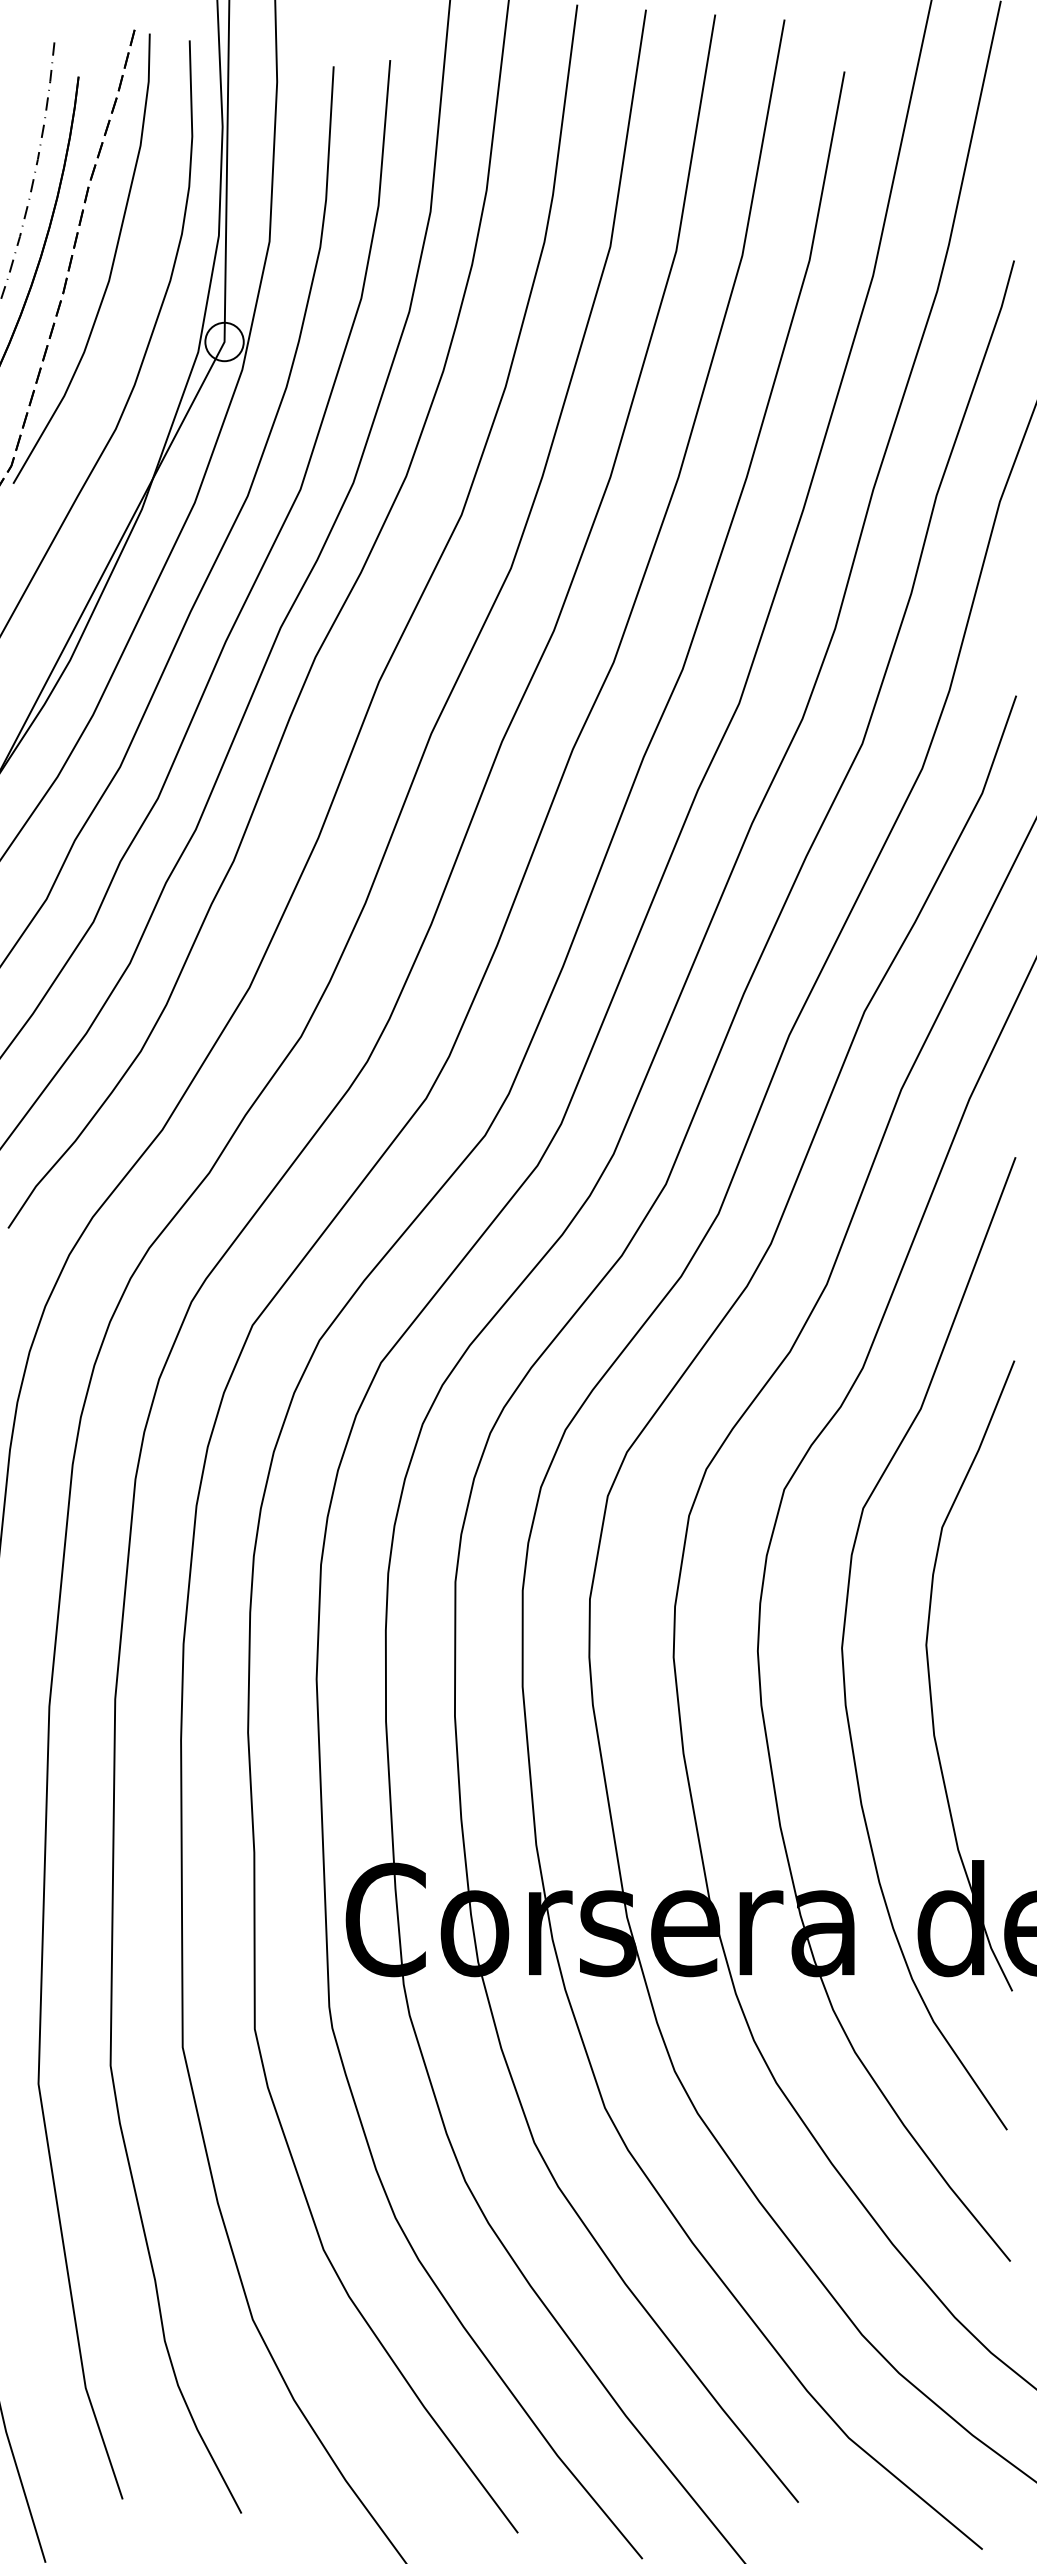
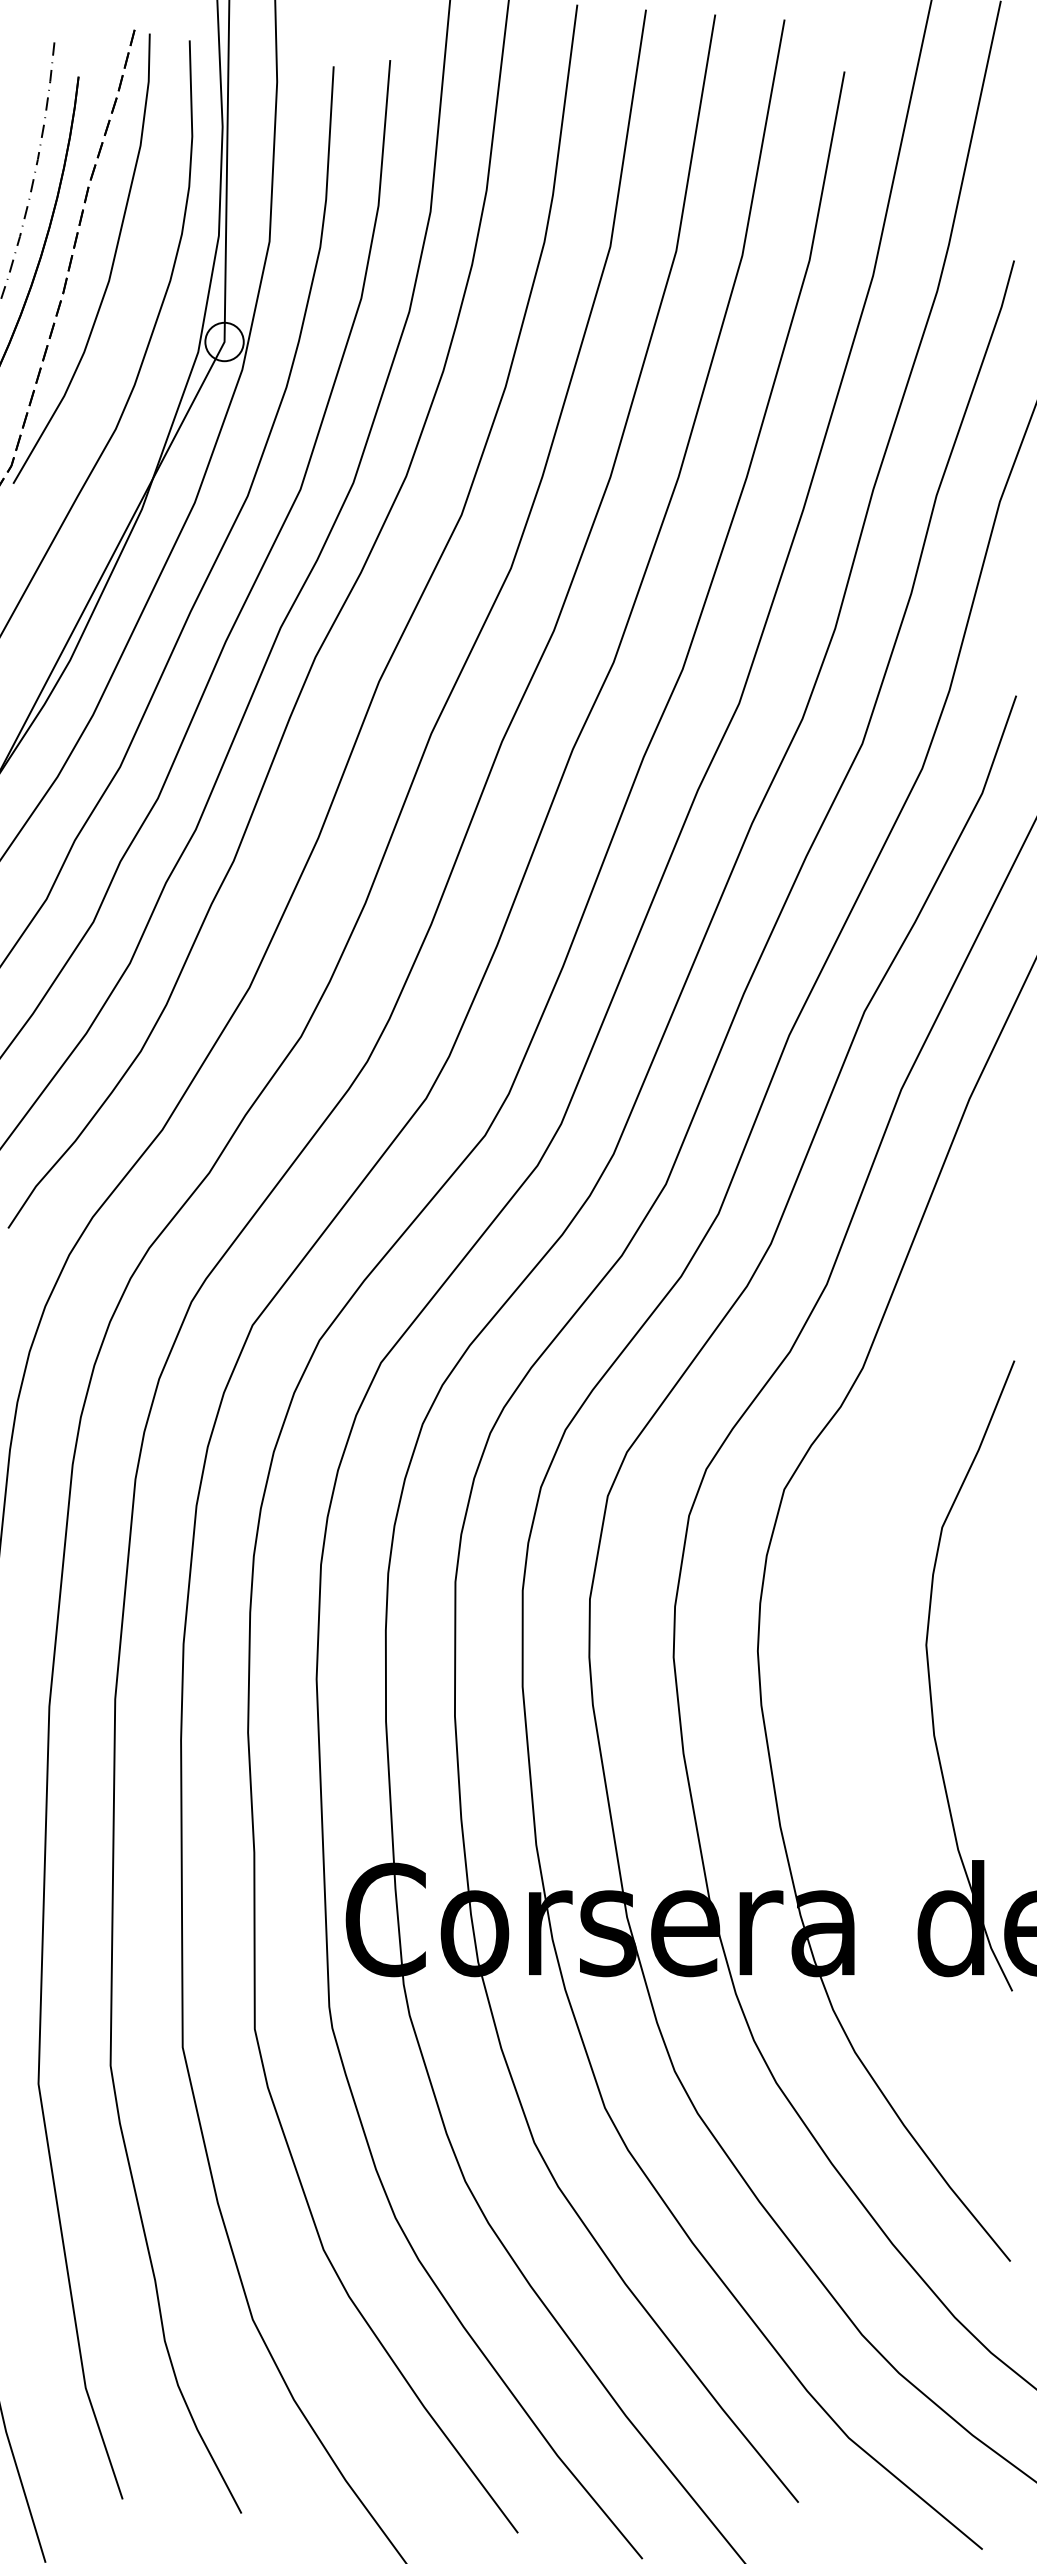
curve at (844, 1636): present -> none
